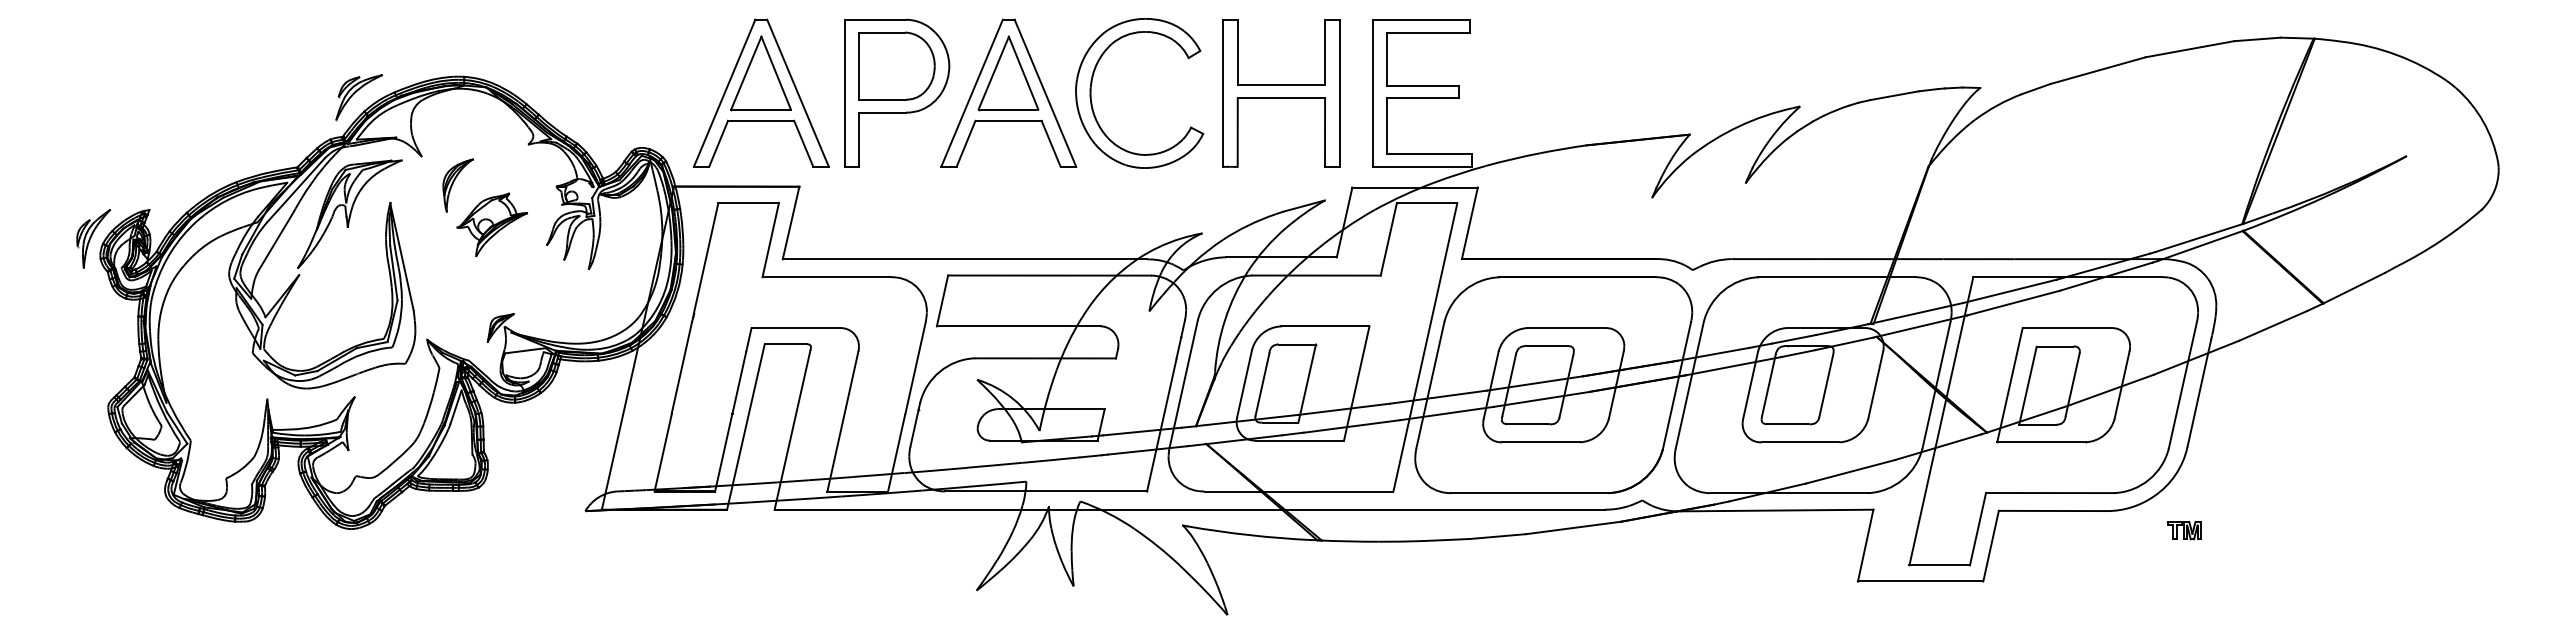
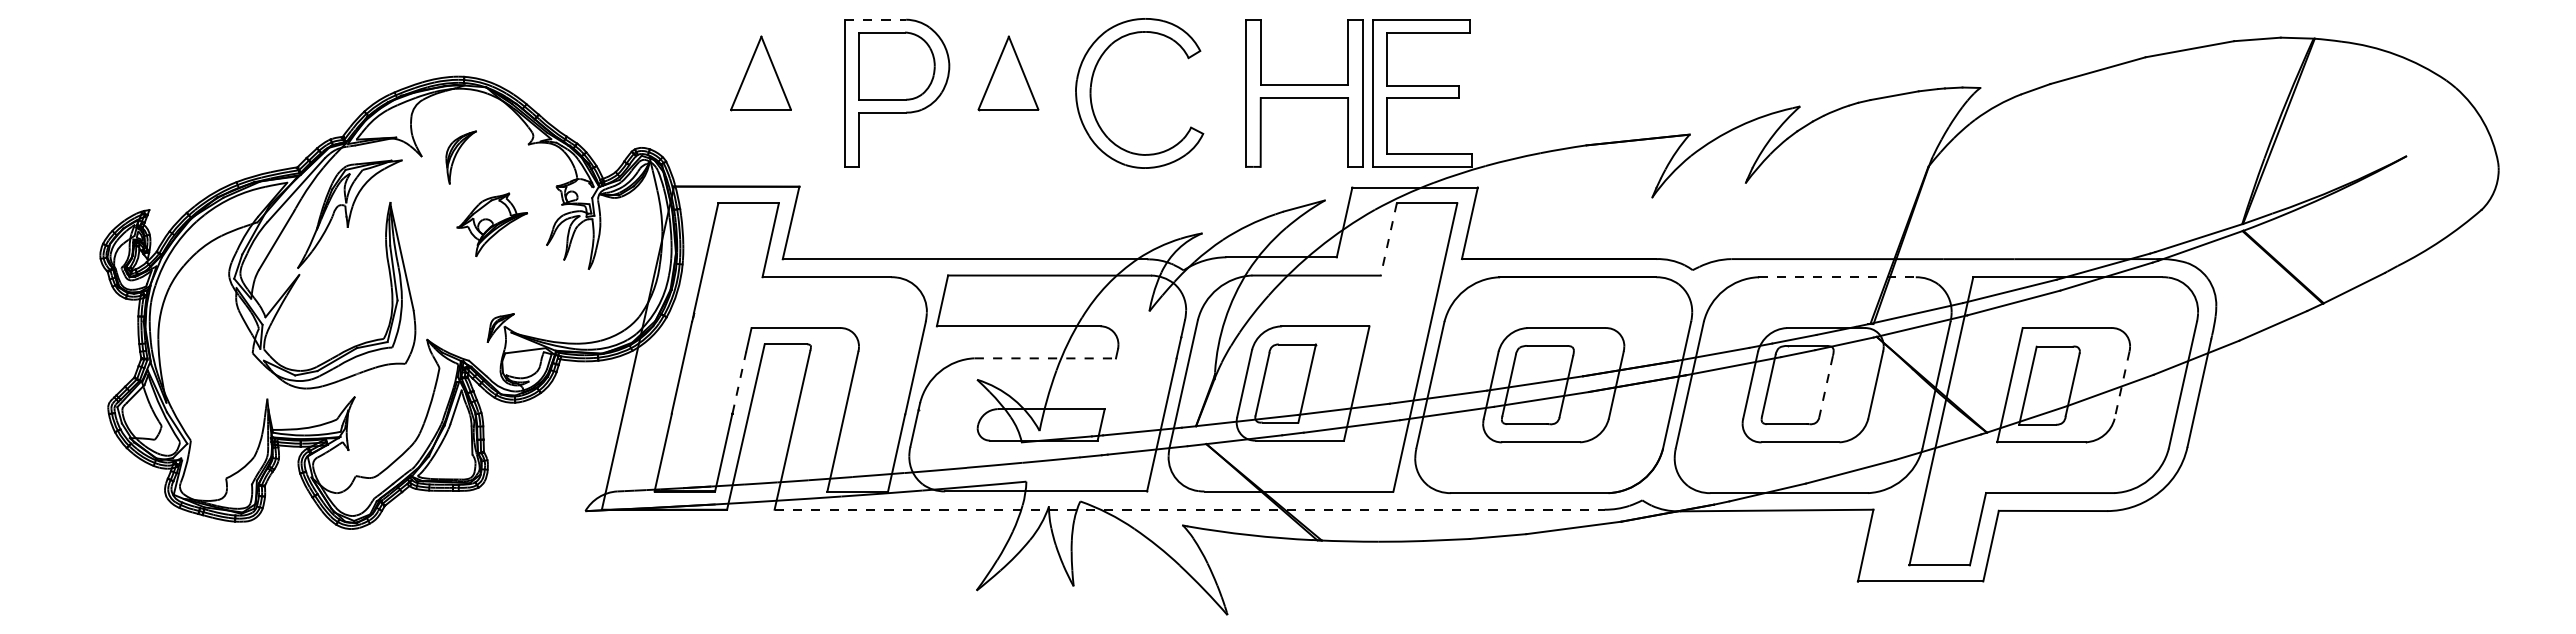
line at (875, 19): solid -> dashed
part at (760, 92): present -> none
part at (1008, 92): present -> none
part at (1281, 93) position: (1281, 93) -> (1304, 93)
part at (358, 97): present -> none
part at (457, 185) position: (457, 185) -> (460, 157)
part at (93, 238): present -> none
line at (1388, 239): solid -> dashed
line at (1837, 277): solid -> dashed
line at (1045, 358): solid -> dashed
line at (739, 382): solid -> dashed
line at (2121, 385): solid -> dashed
line at (1826, 387): solid -> dashed
line at (1189, 509): solid -> dashed
part at (2184, 530): present -> none
